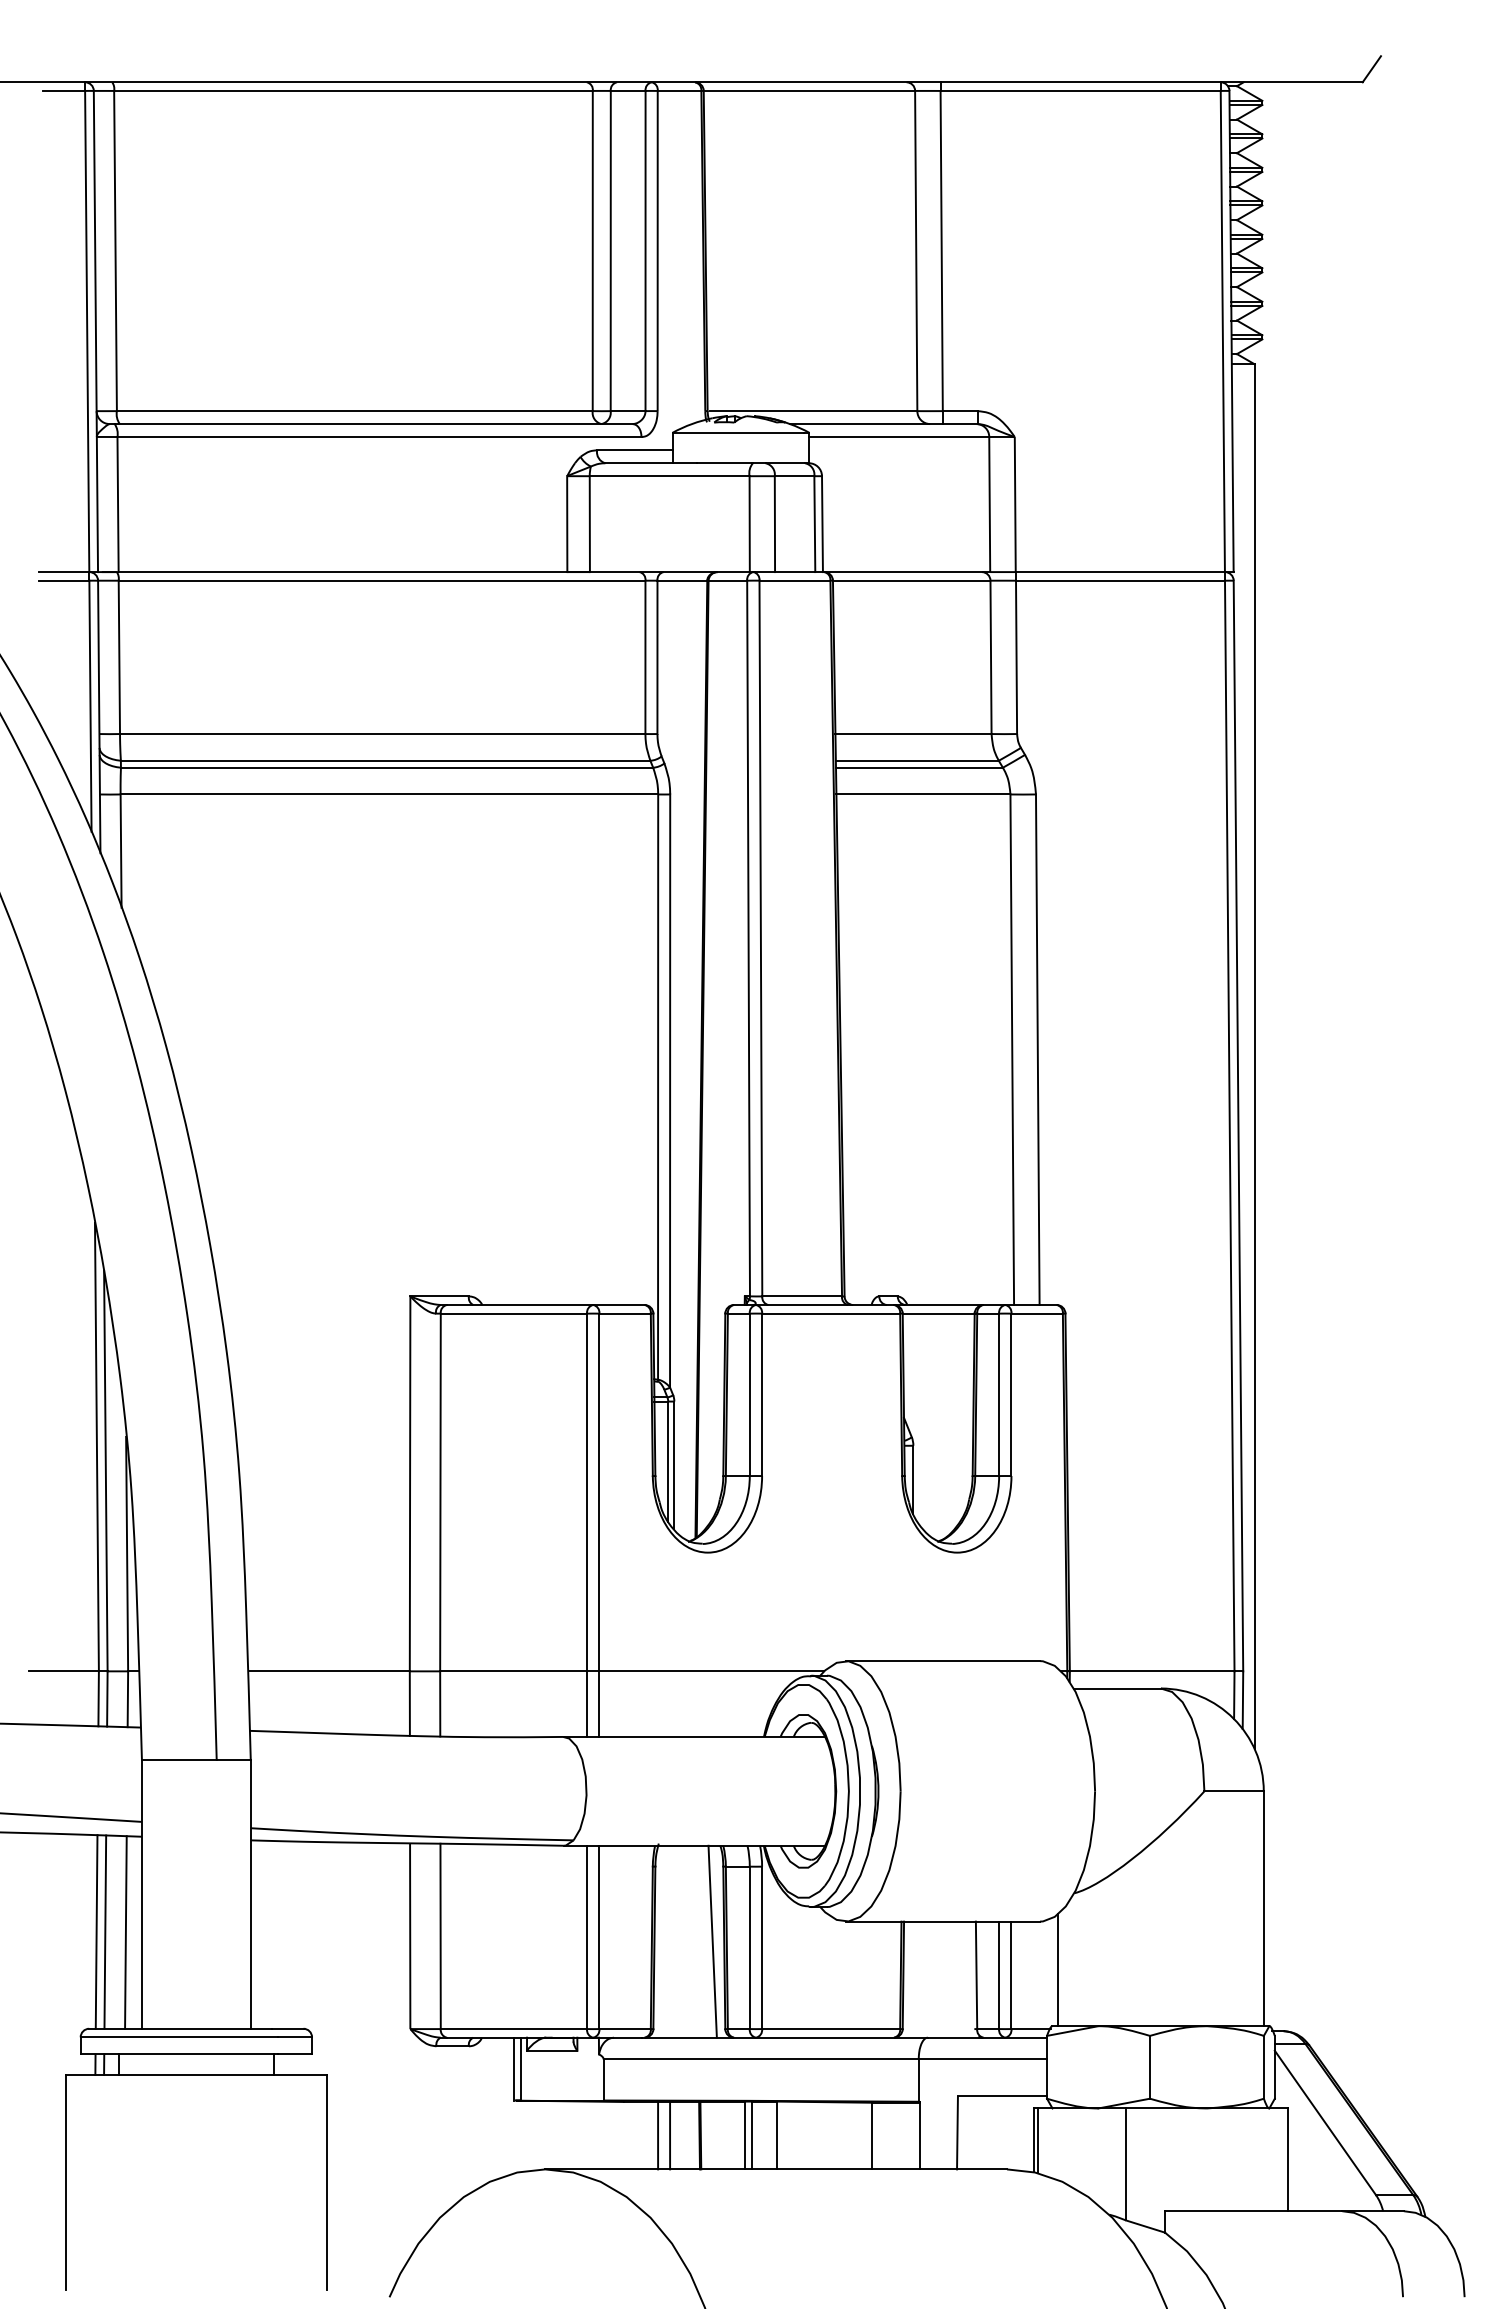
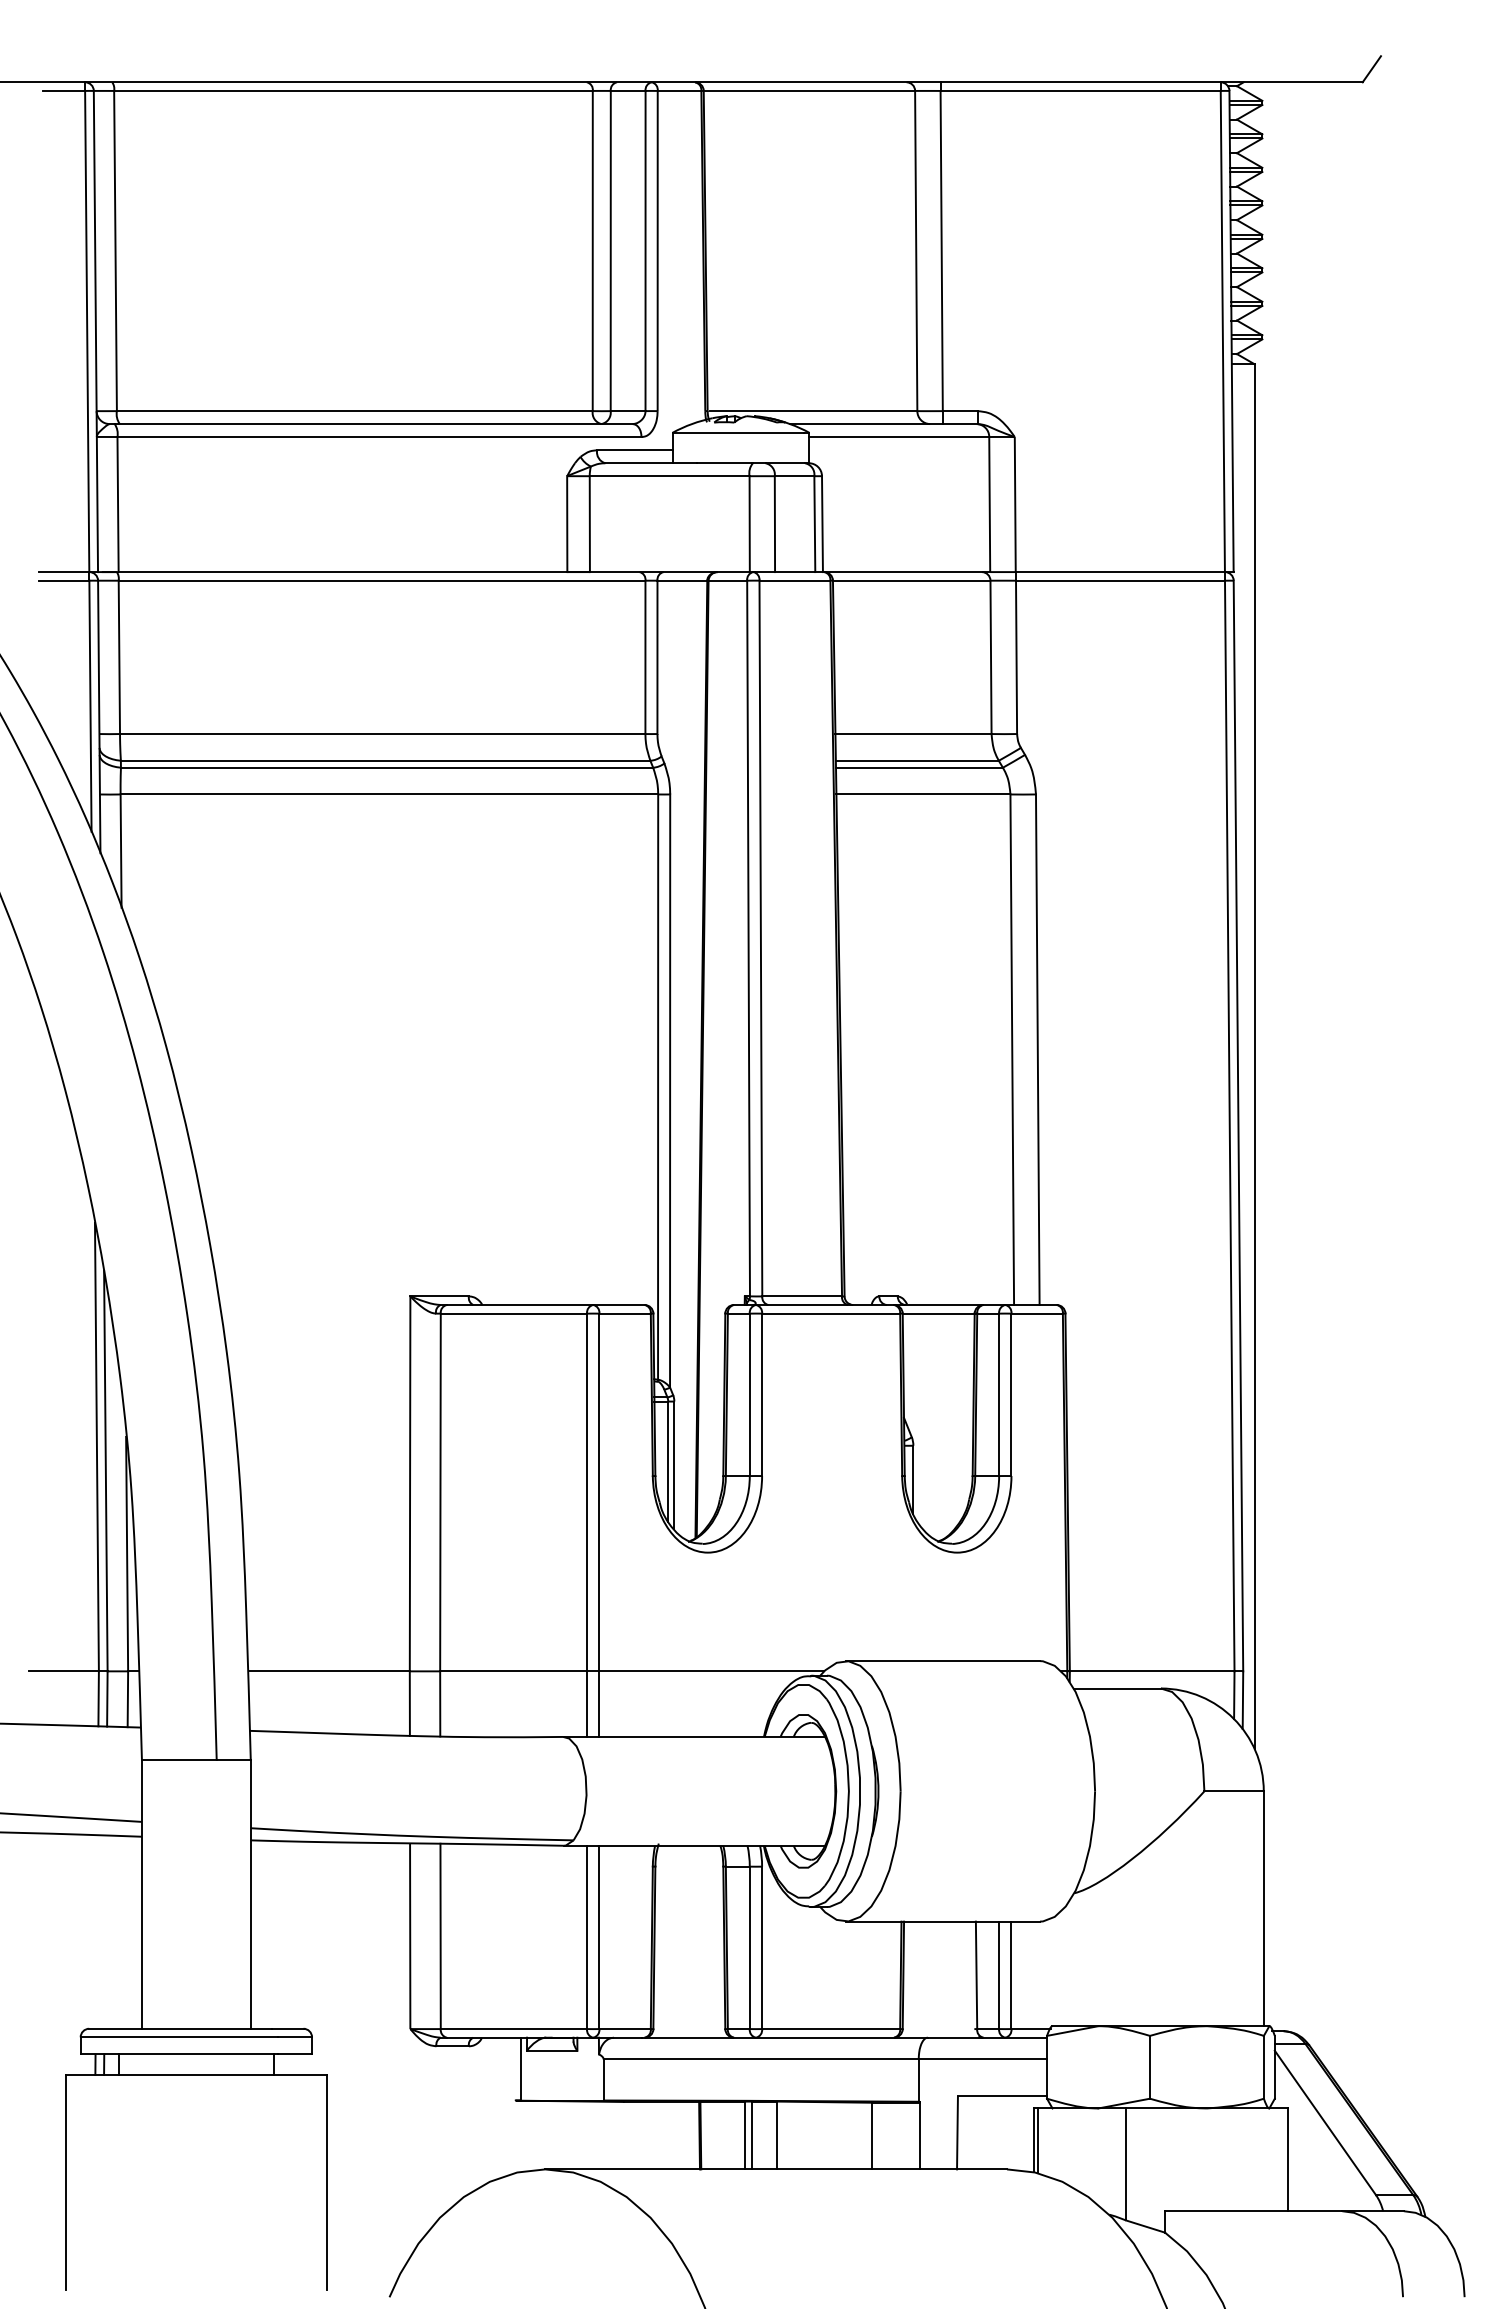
line at (96, 1931): present -> none
line at (105, 1931): present -> none
line at (125, 1932): present -> none
line at (712, 1941): present -> none
line at (1058, 1970): present -> none
line at (514, 2068): present -> none
line at (658, 2135): present -> none
line at (670, 2135): present -> none
